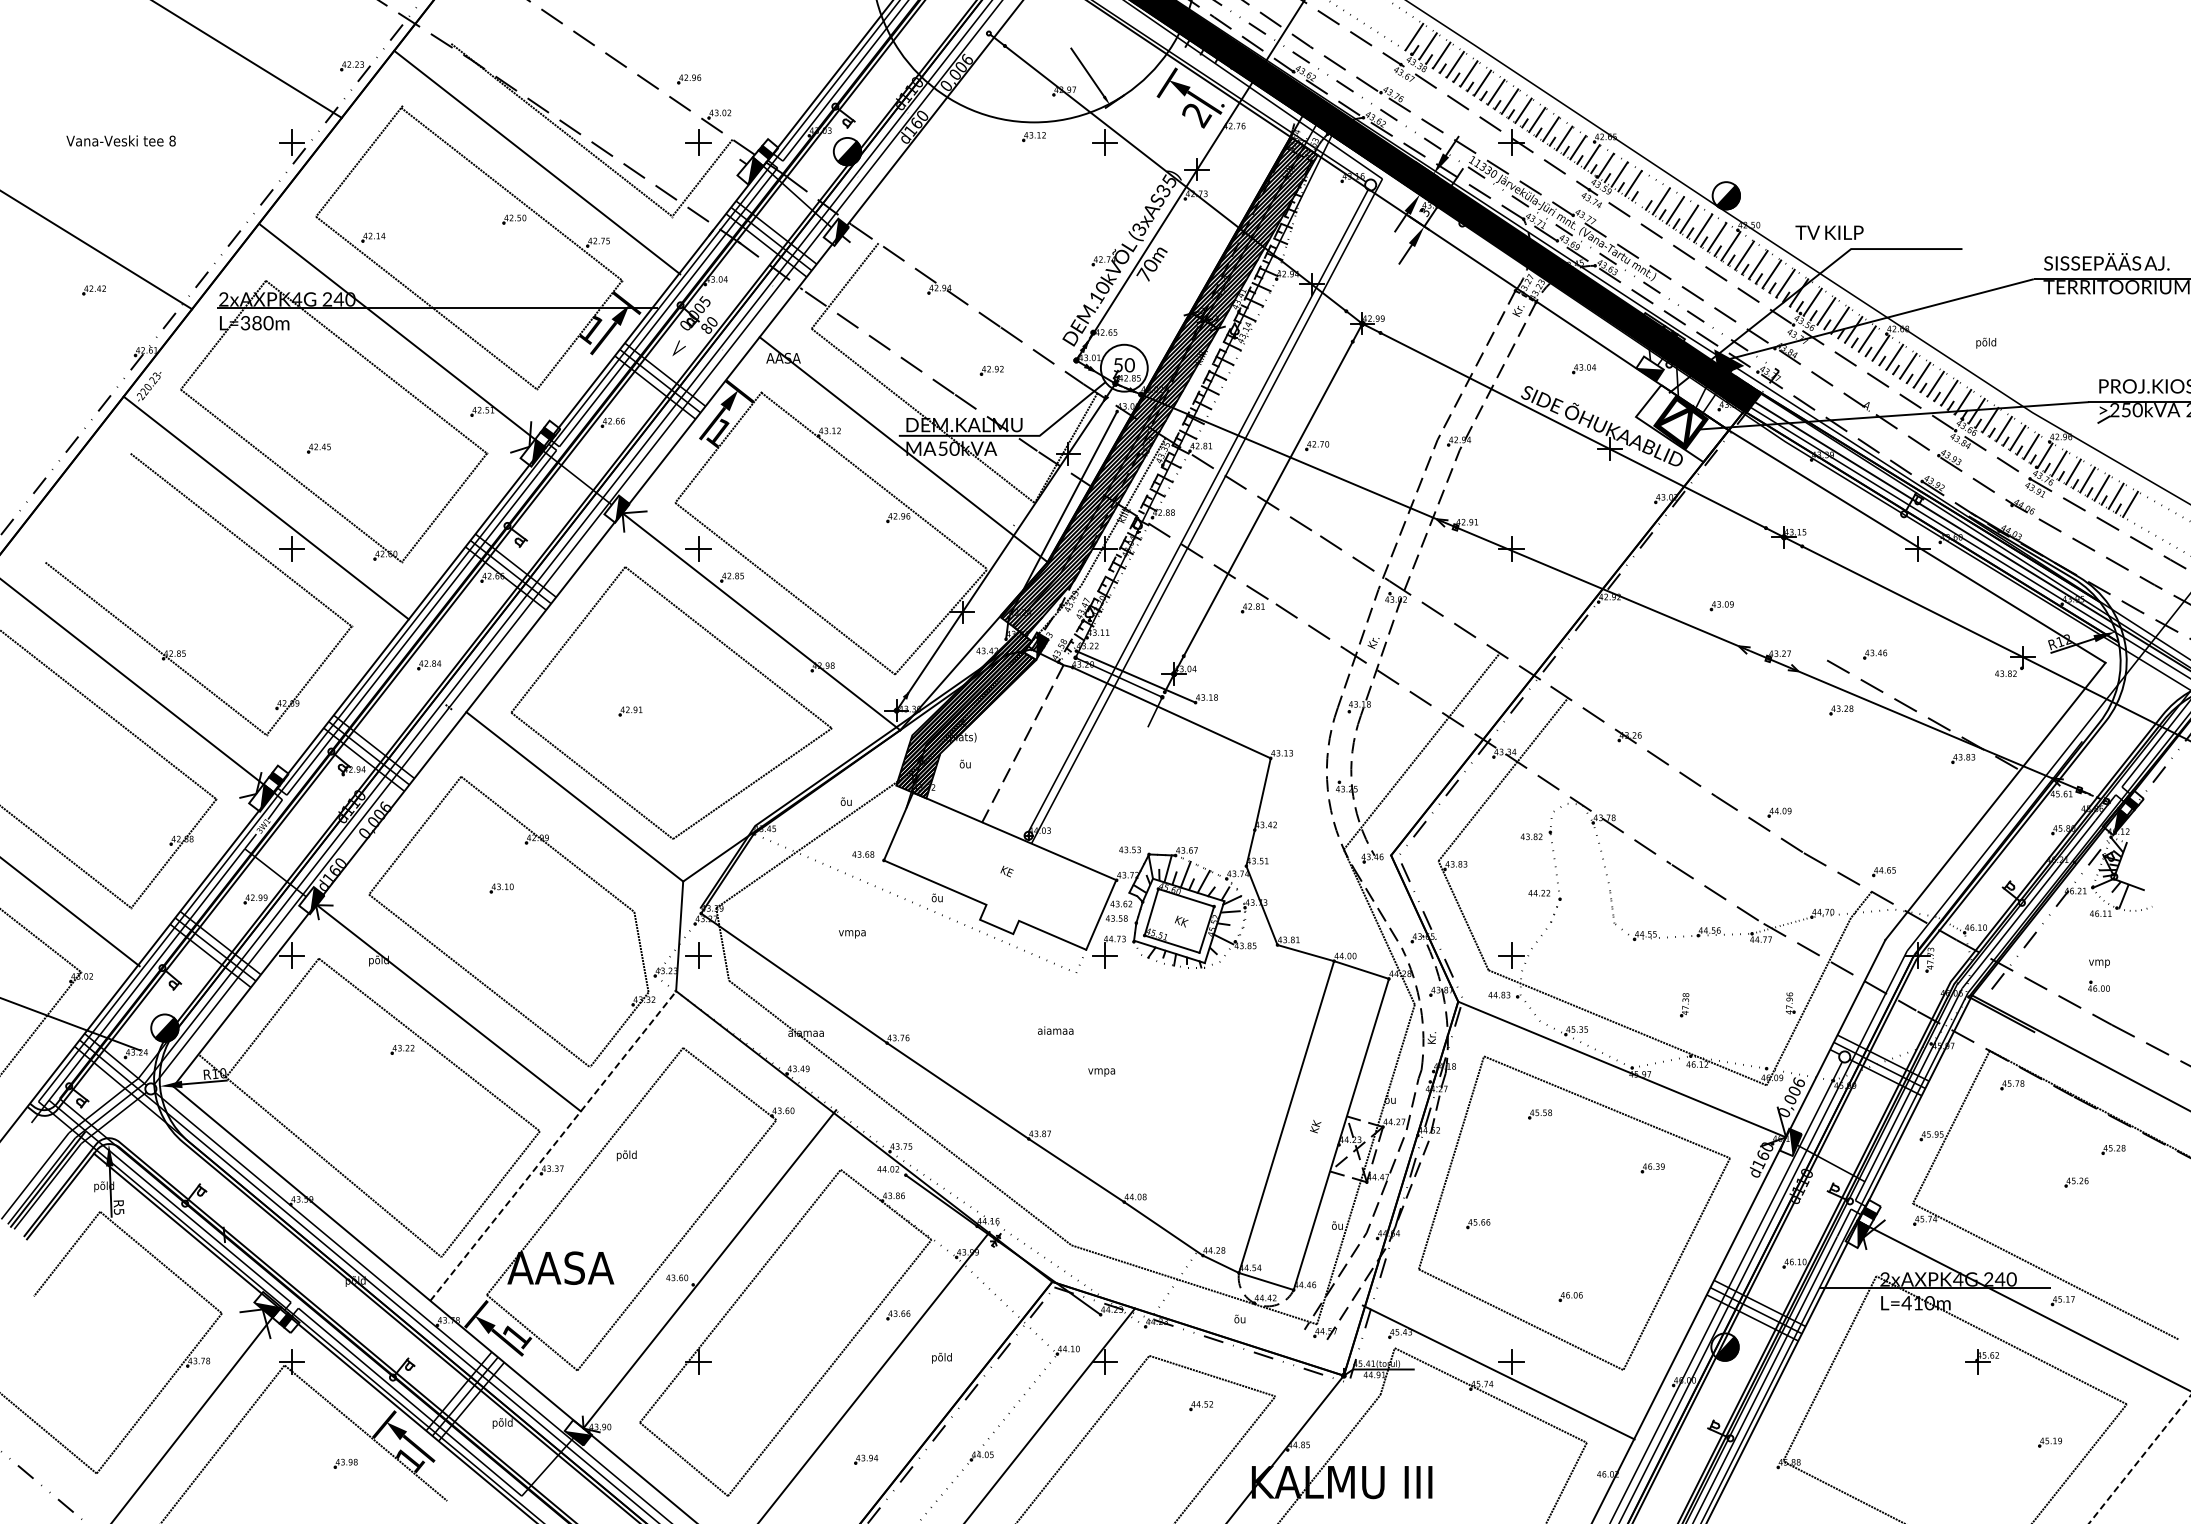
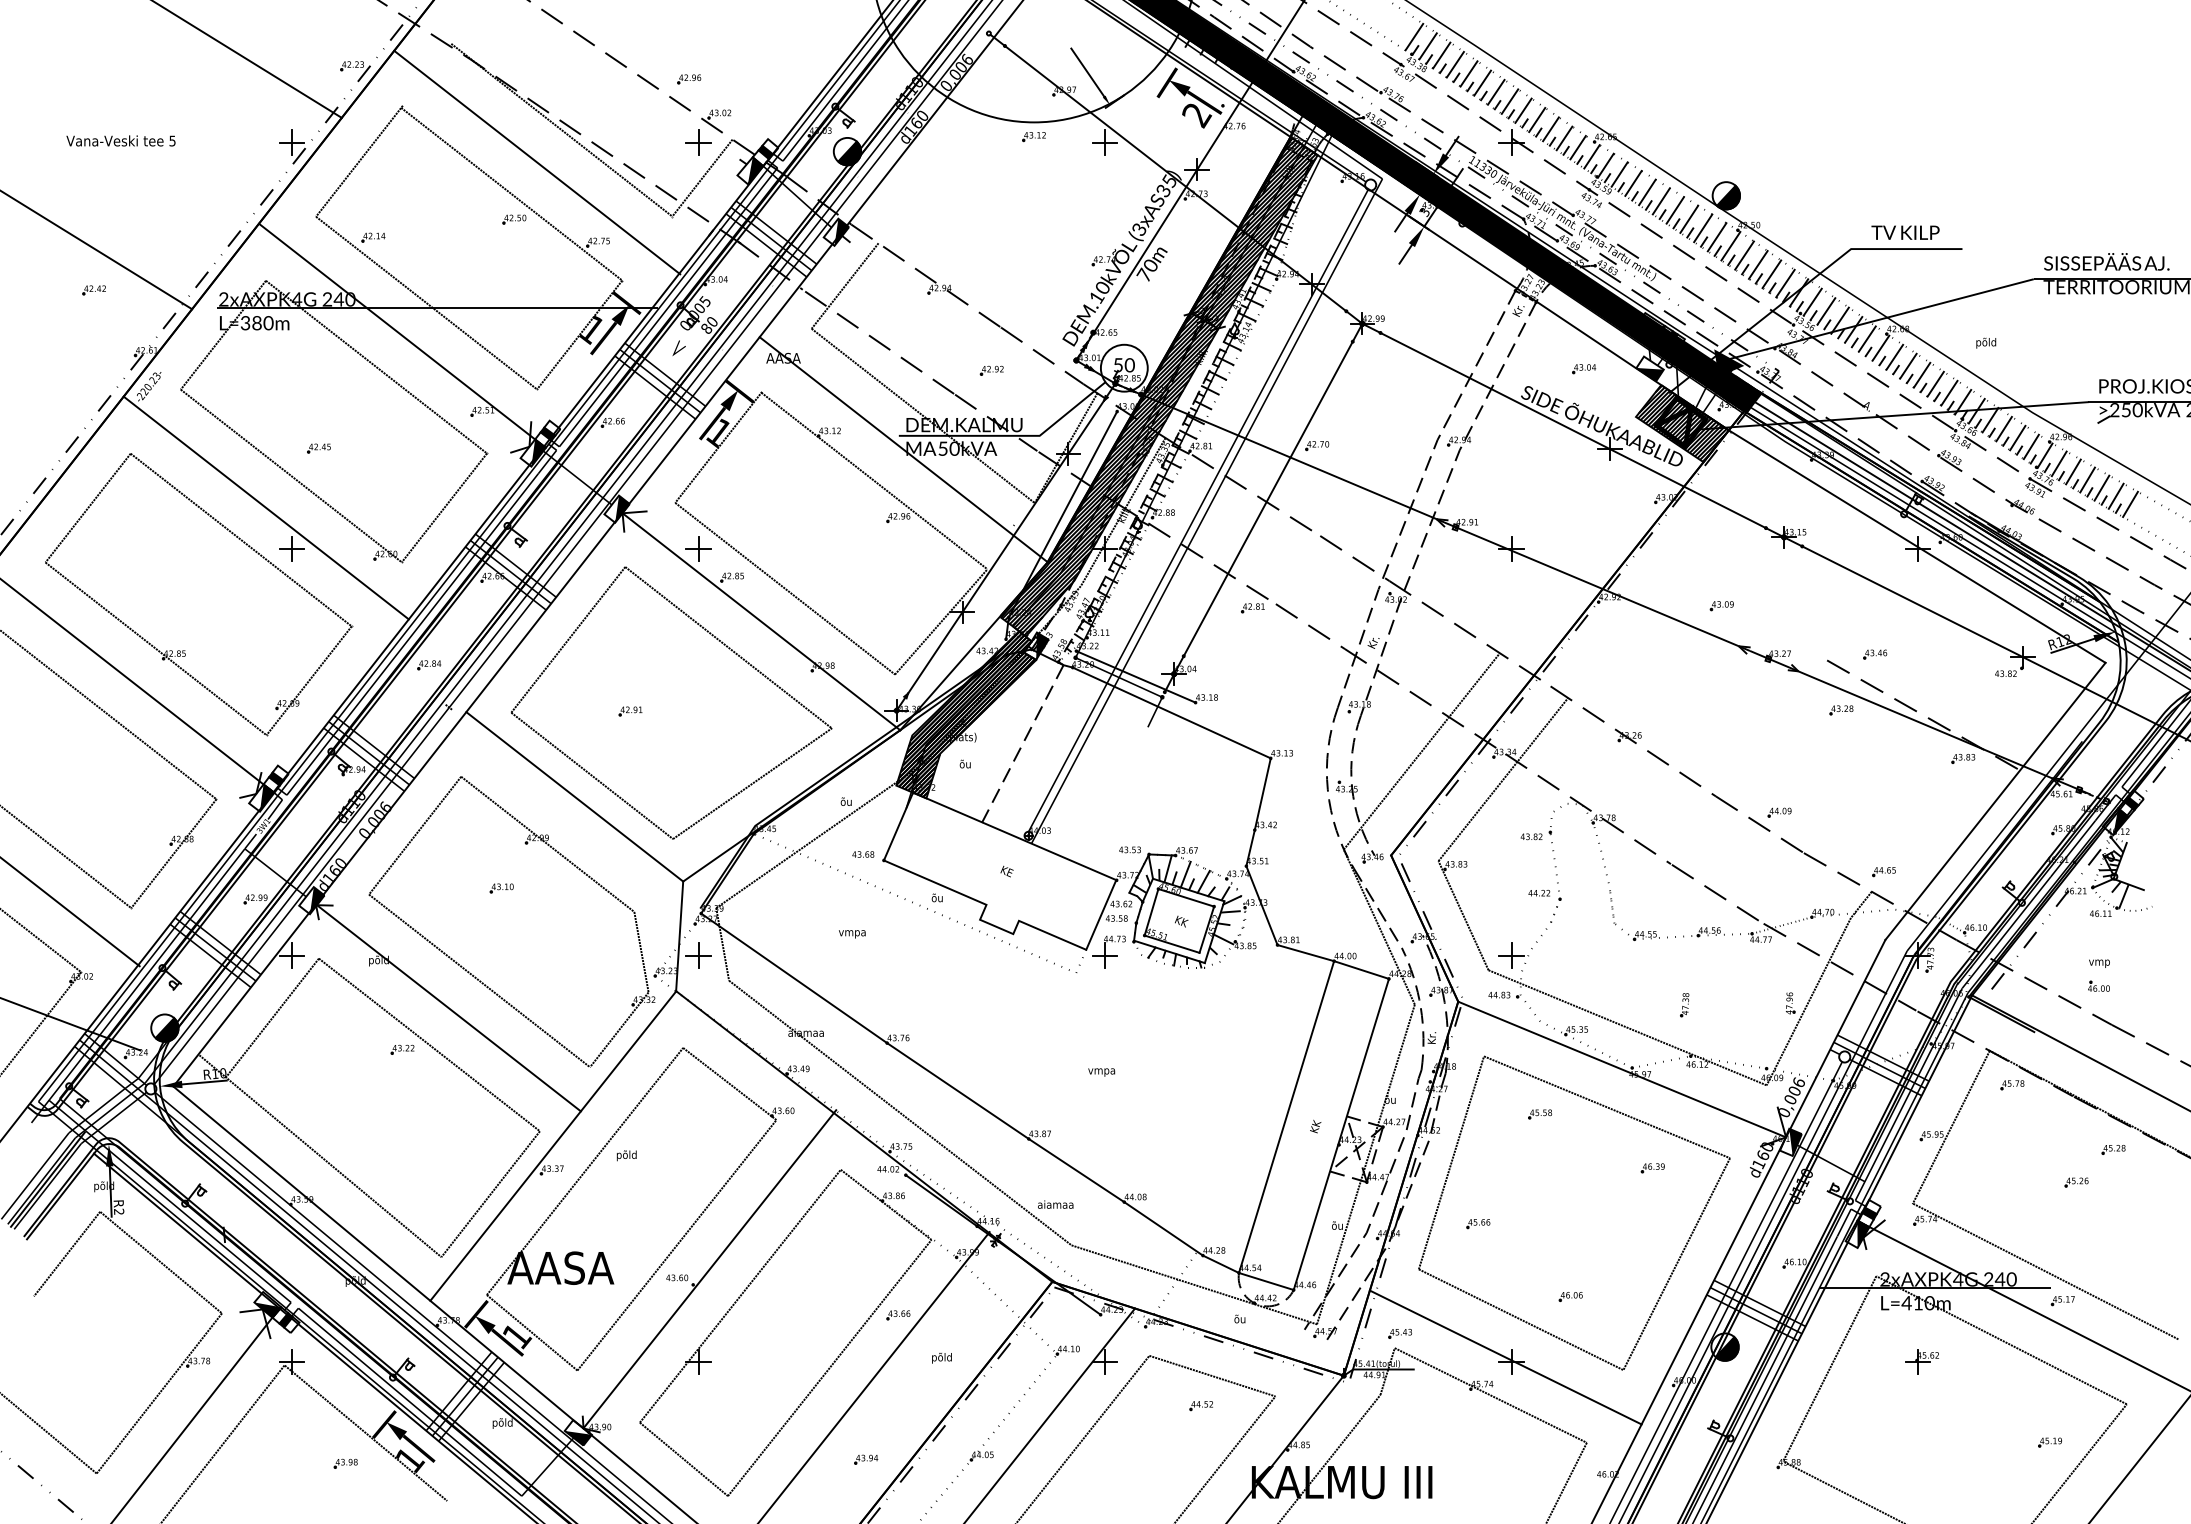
text at (172, 140): 8 -> 5
line at (1647, 192): none -> present
text at (1829, 232) position: (1829, 232) -> (1905, 232)
hatch at (1682, 423): none -> present
line at (87, 507): none -> present
text at (1055, 1030) position: (1055, 1030) -> (1055, 1204)
line at (553, 1146): dashed -> solid
text at (118, 1211): R5 -> R2
part at (1981, 1361) position: (1981, 1361) -> (1921, 1361)
line at (1498, 1372) position: (1498, 1372) -> (1505, 1357)
line at (2139, 1459): dashed -> solid
